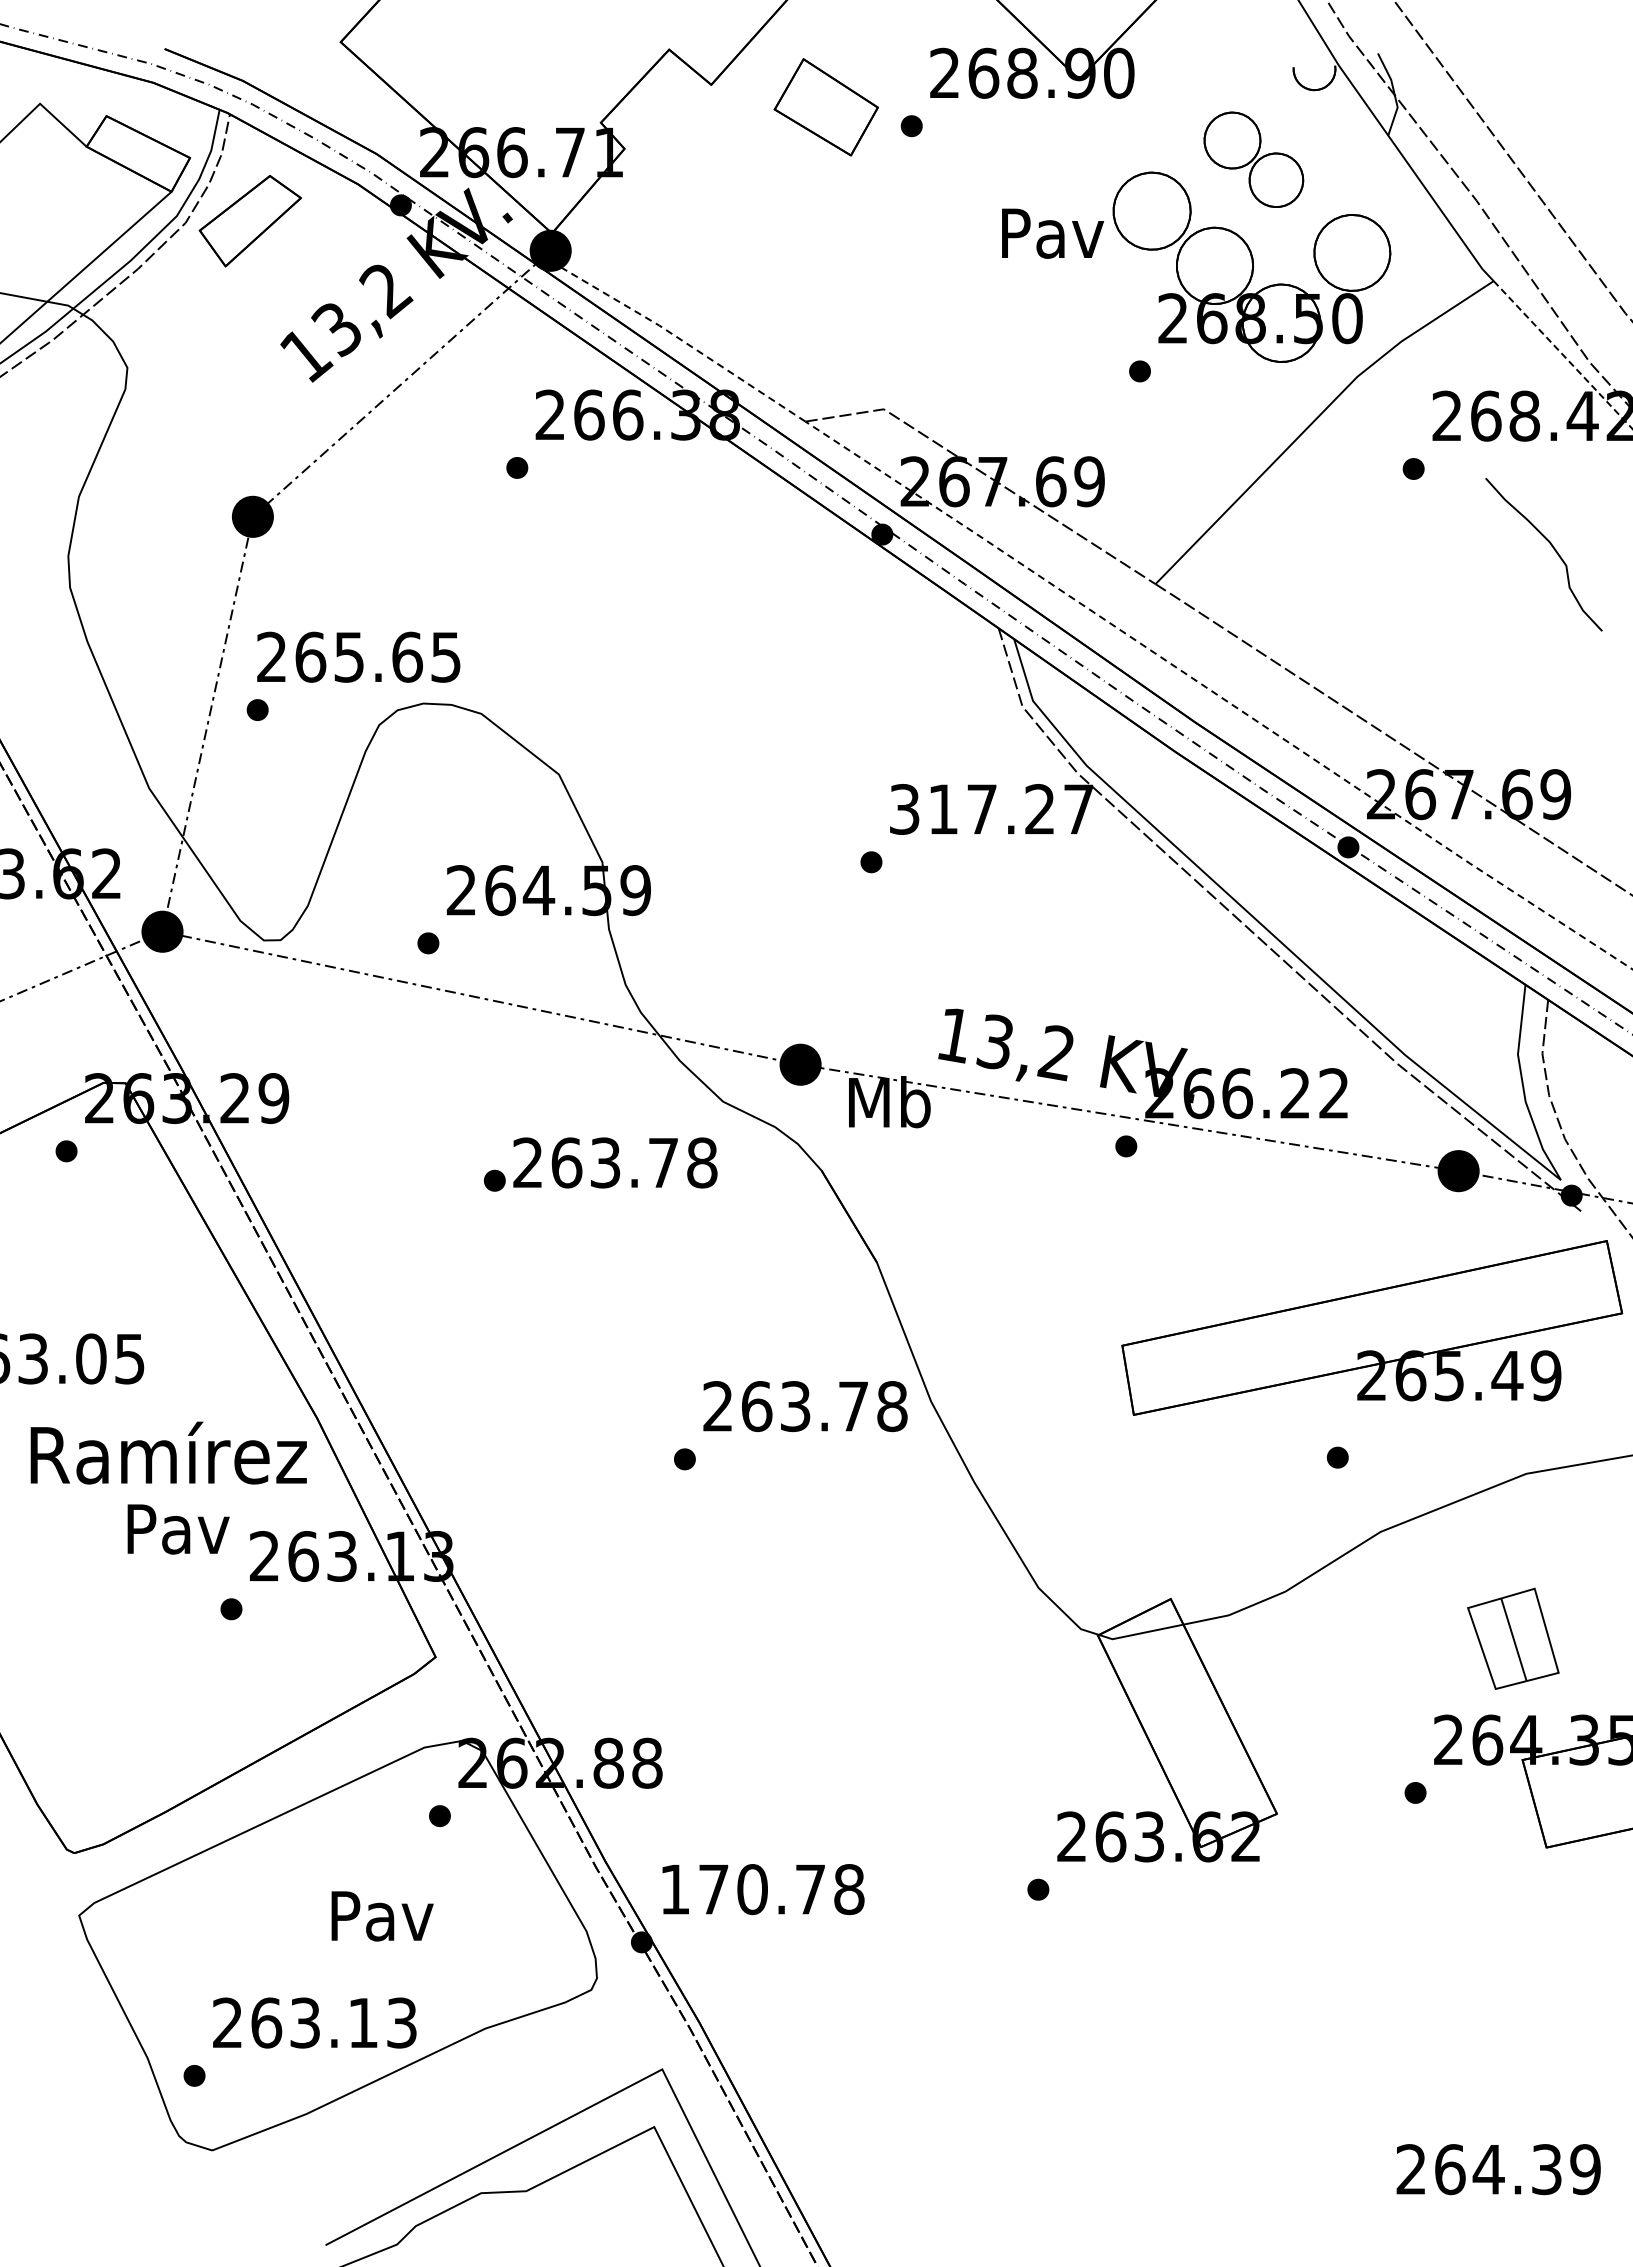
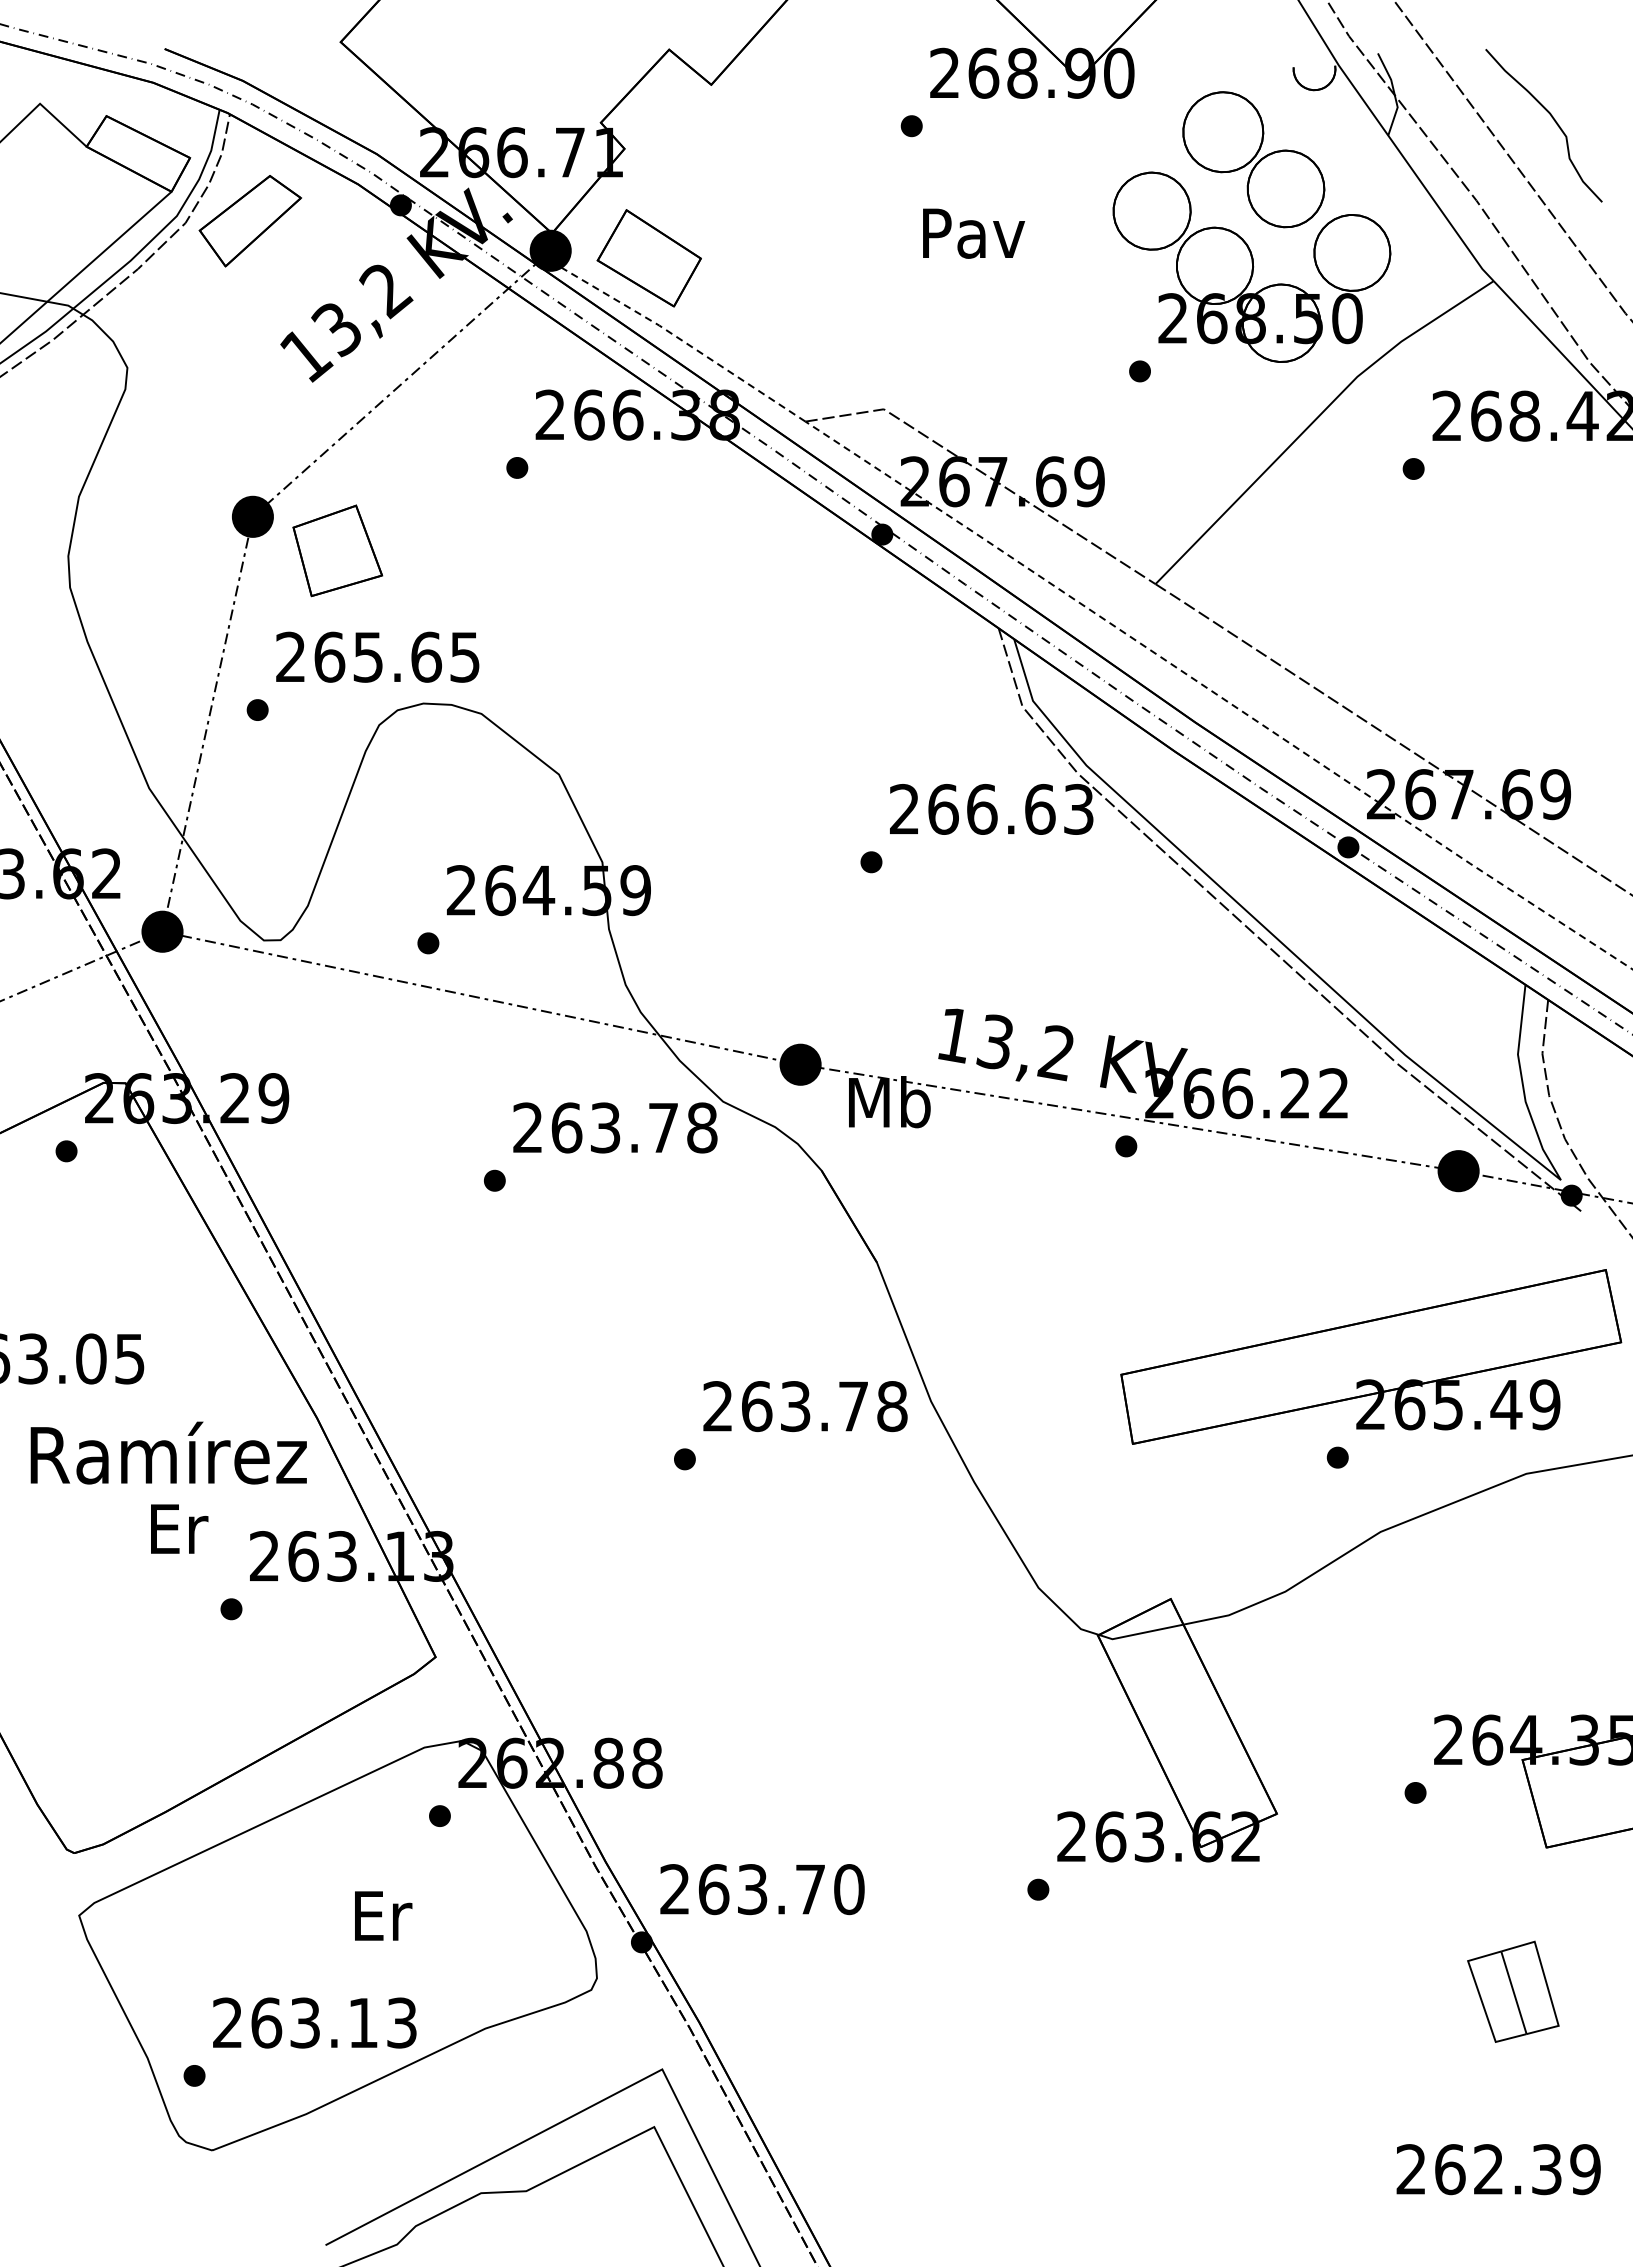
part at (825, 107) position: (825, 107) -> (648, 258)
part at (1253, 159) size: 102x97 px -> 144x138 px
text at (1053, 233) position: (1053, 233) -> (974, 233)
line at (1563, 355): dashed -> solid
curve at (1553, 549) position: (1553, 549) -> (1553, 120)
part at (337, 550): none -> present
text at (358, 656) position: (358, 656) -> (377, 656)
text at (991, 809): 317.27 -> 266.63
text at (615, 1162) position: (615, 1162) -> (615, 1127)
part at (1372, 1327) position: (1372, 1327) -> (1371, 1356)
text at (178, 1529): Pav -> Er
part at (1513, 1638) position: (1513, 1638) -> (1513, 1991)
text at (762, 1889): 170.78 -> 263.70
text at (382, 1916): Pav -> Er
text at (1488, 2169): 264.39 -> 262.39
